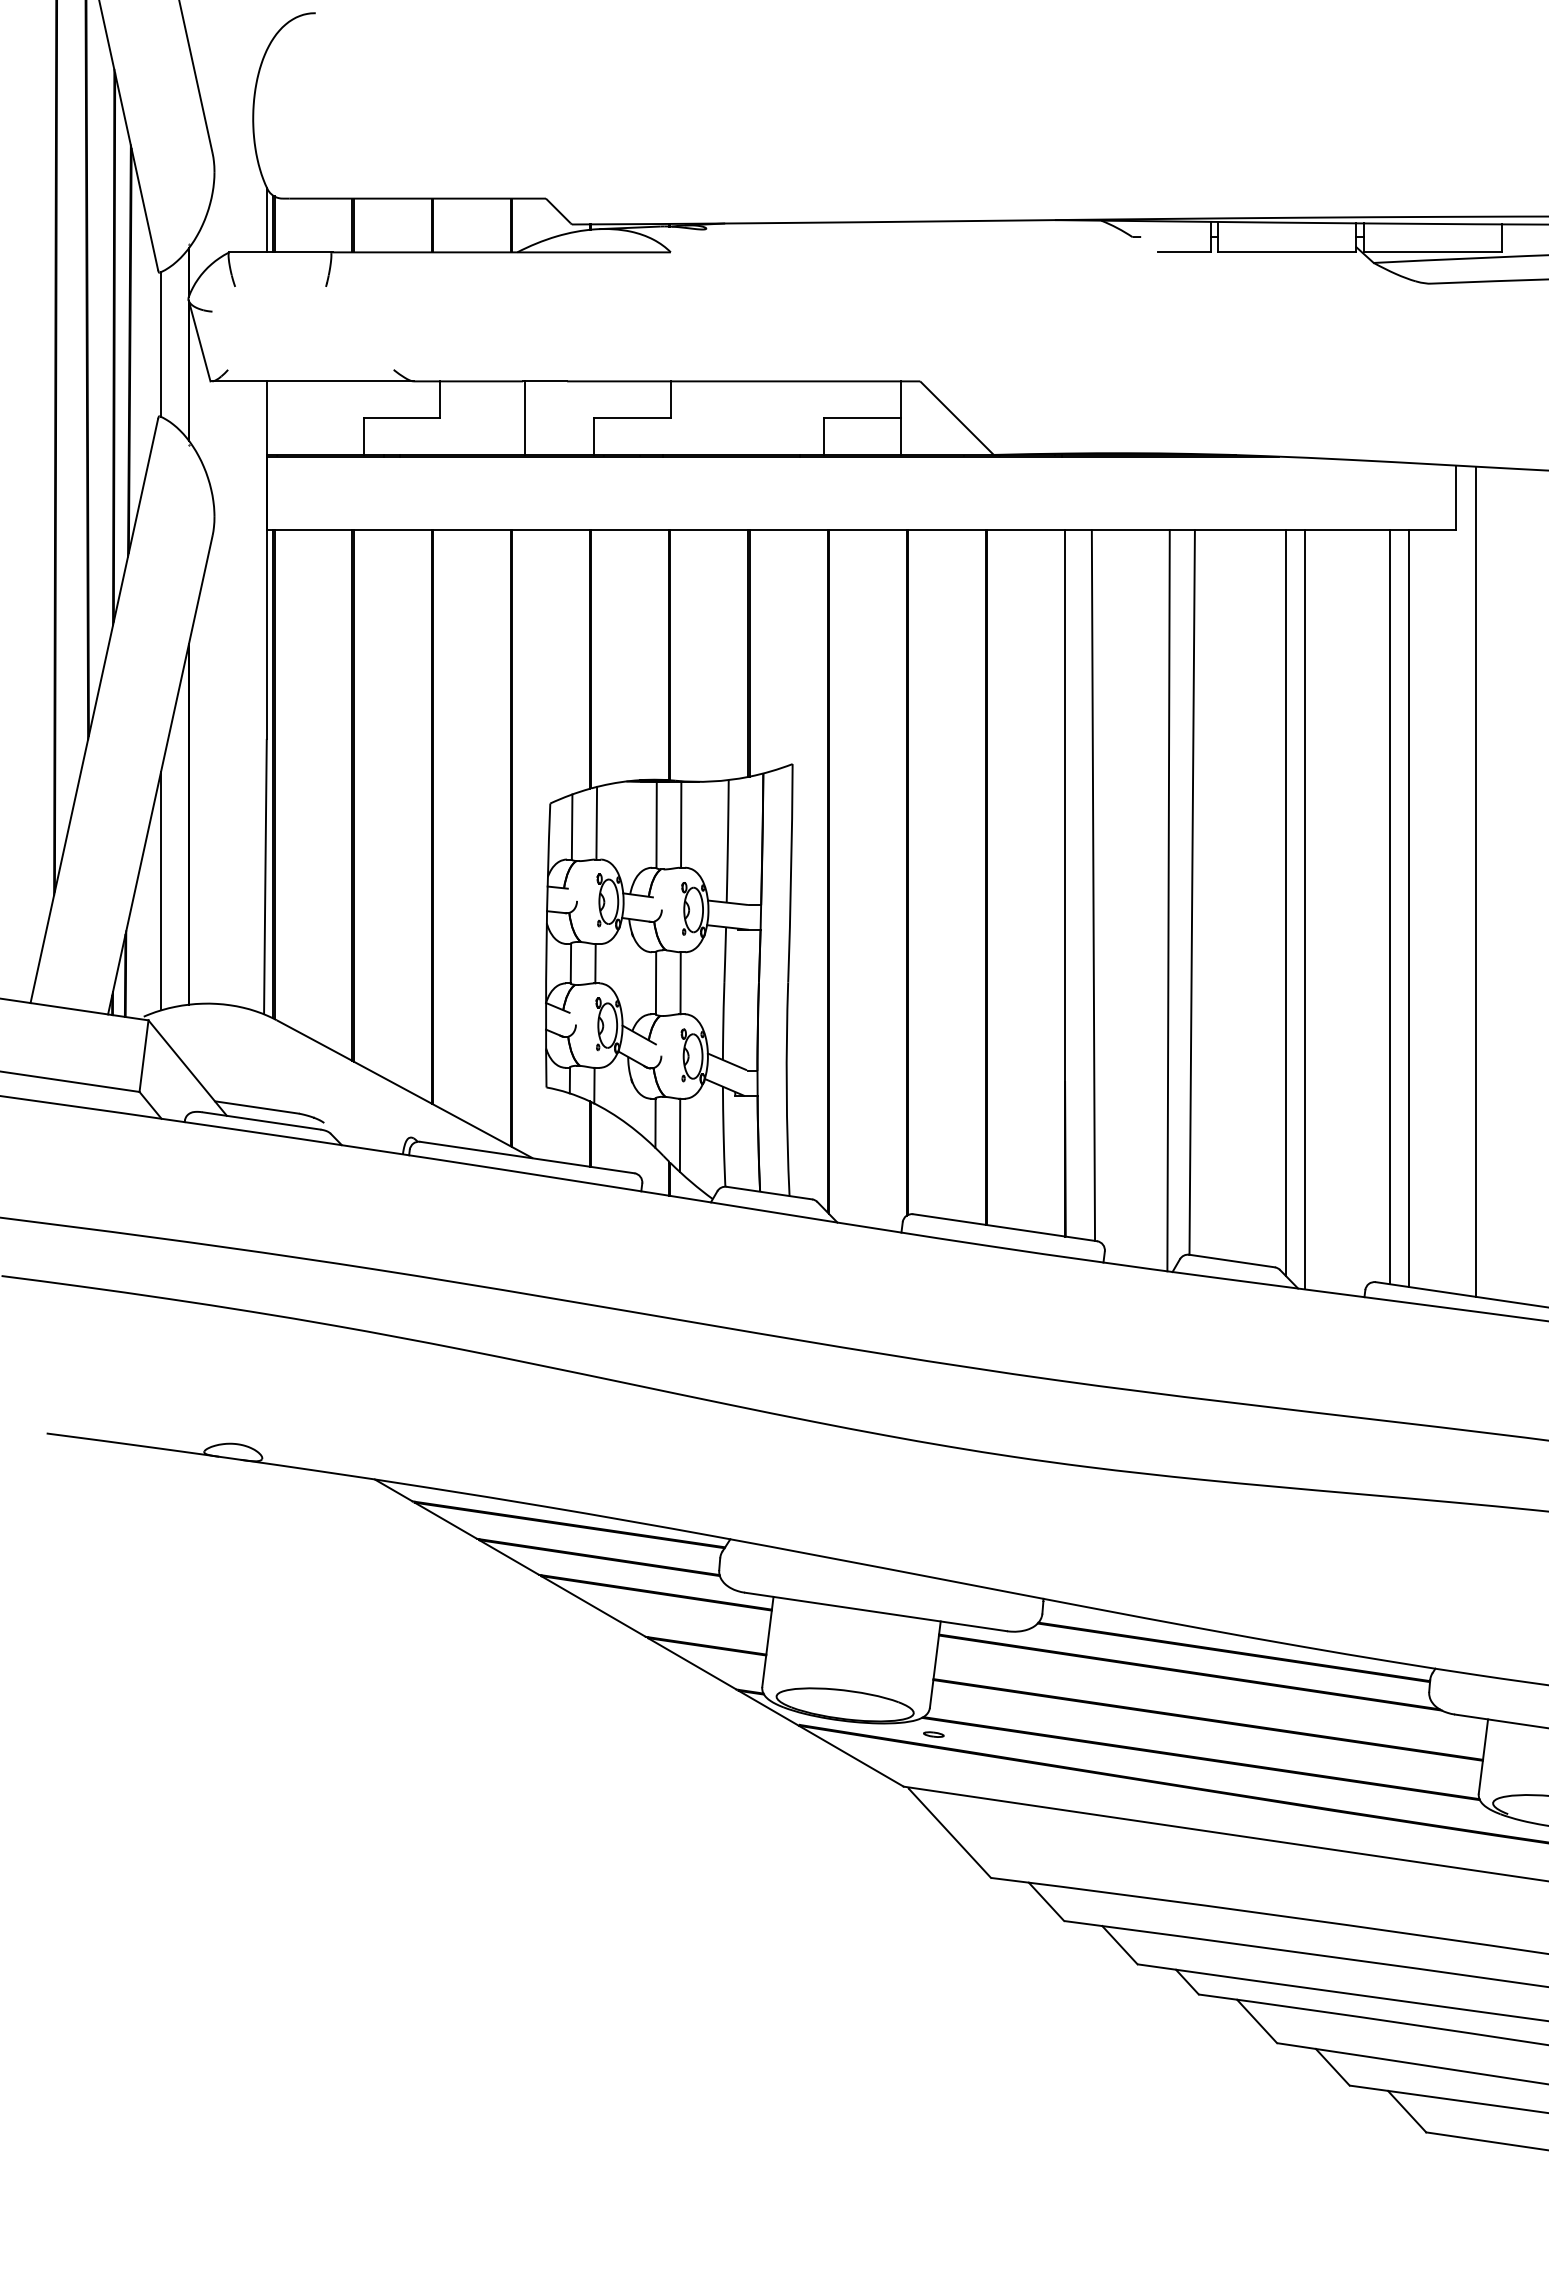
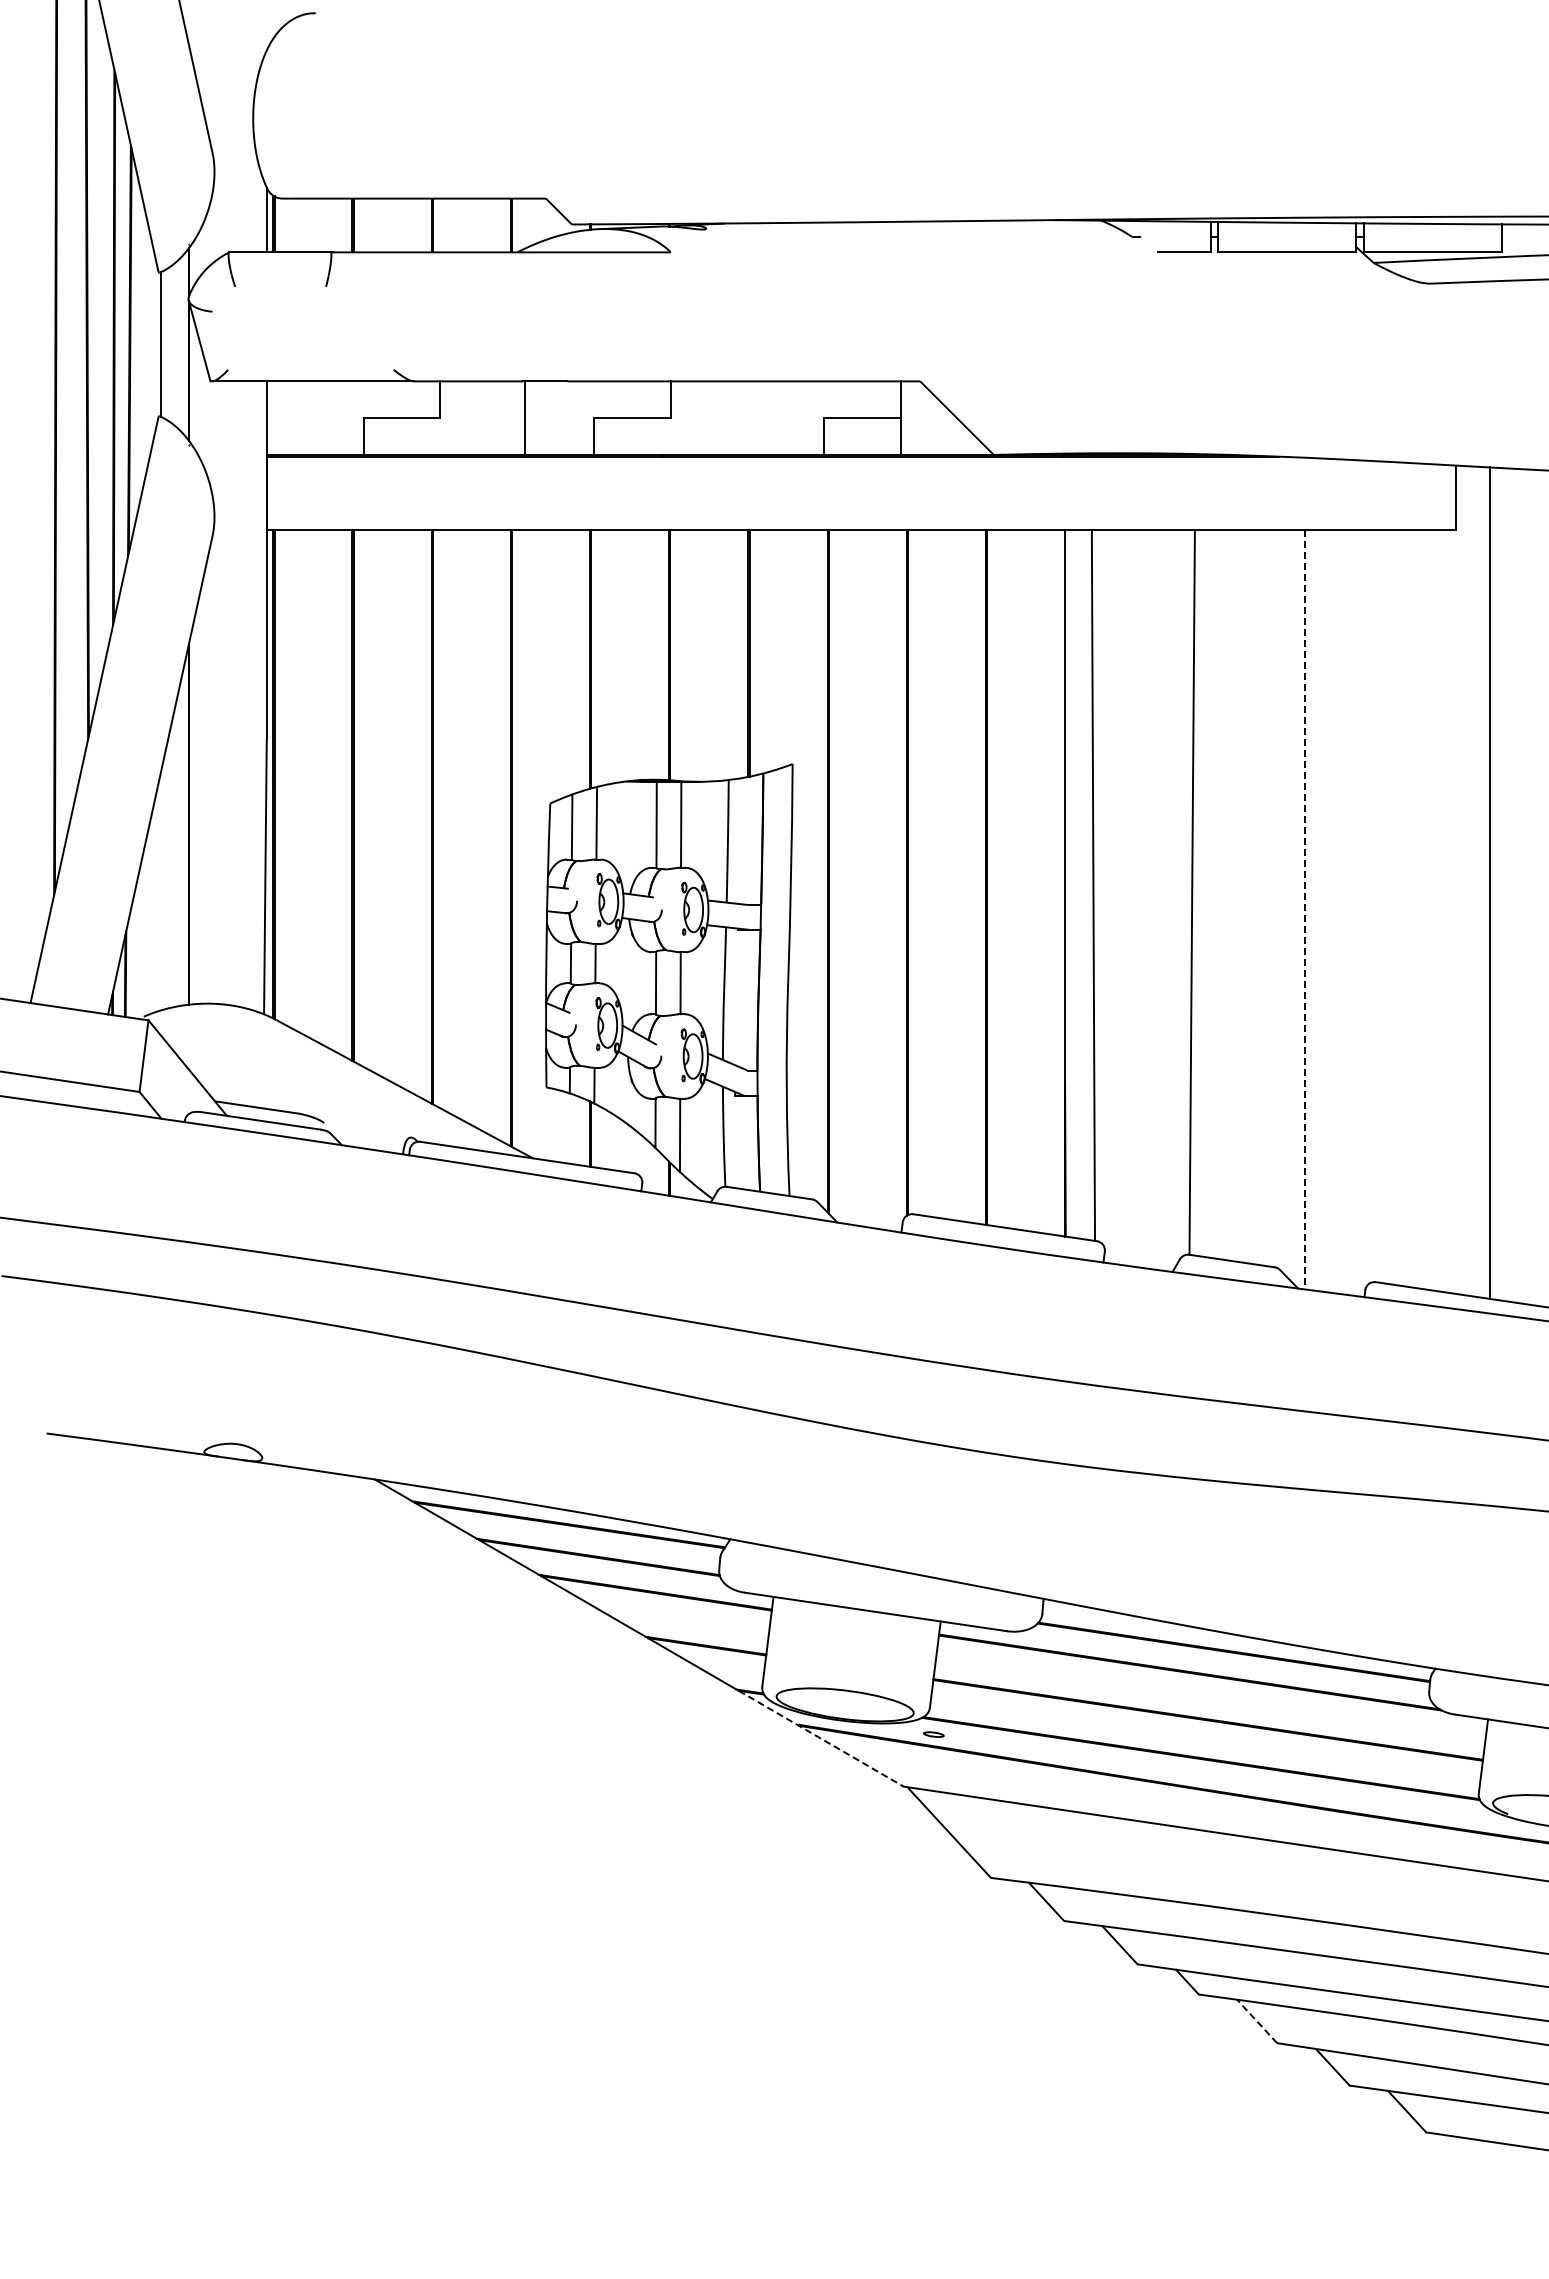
line at (1475, 881) position: (1475, 881) -> (1489, 881)
line at (160, 891): present -> none
line at (1168, 900): present -> none
line at (1285, 902): present -> none
line at (1389, 907): present -> none
line at (1409, 908): present -> none
line at (1305, 909): solid -> dashed
line at (821, 1739): solid -> dashed
line at (1257, 2021): solid -> dashed
